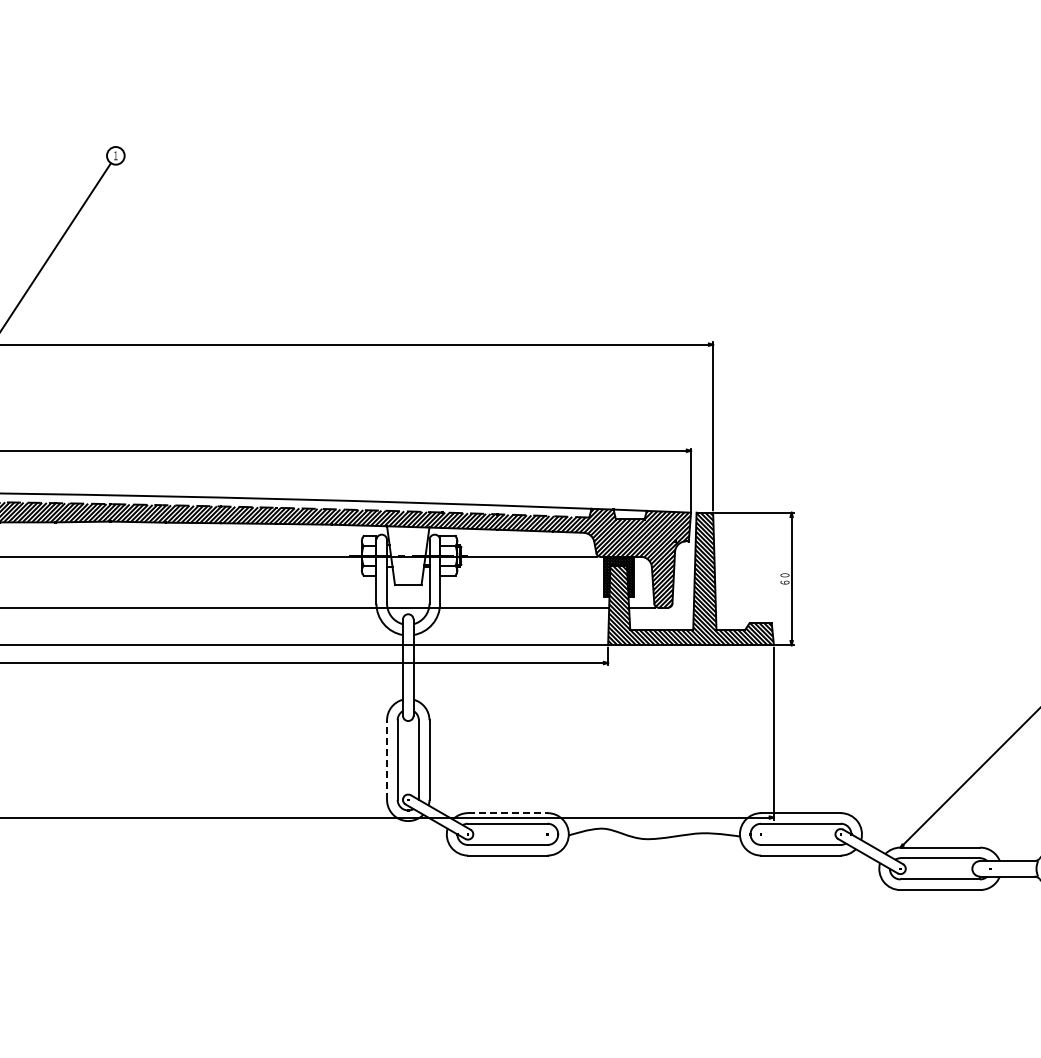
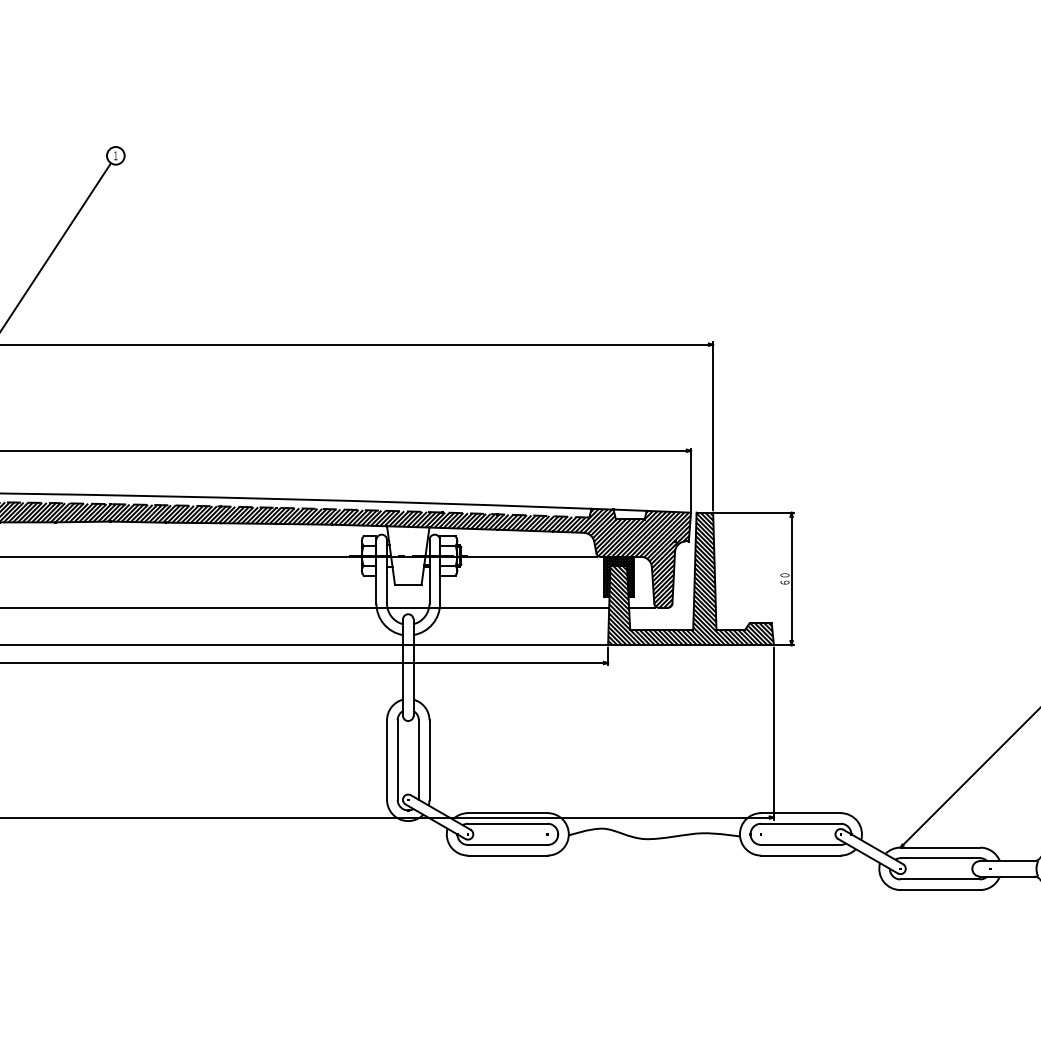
line at (387, 760): dashed -> solid
line at (507, 813): dashed -> solid
